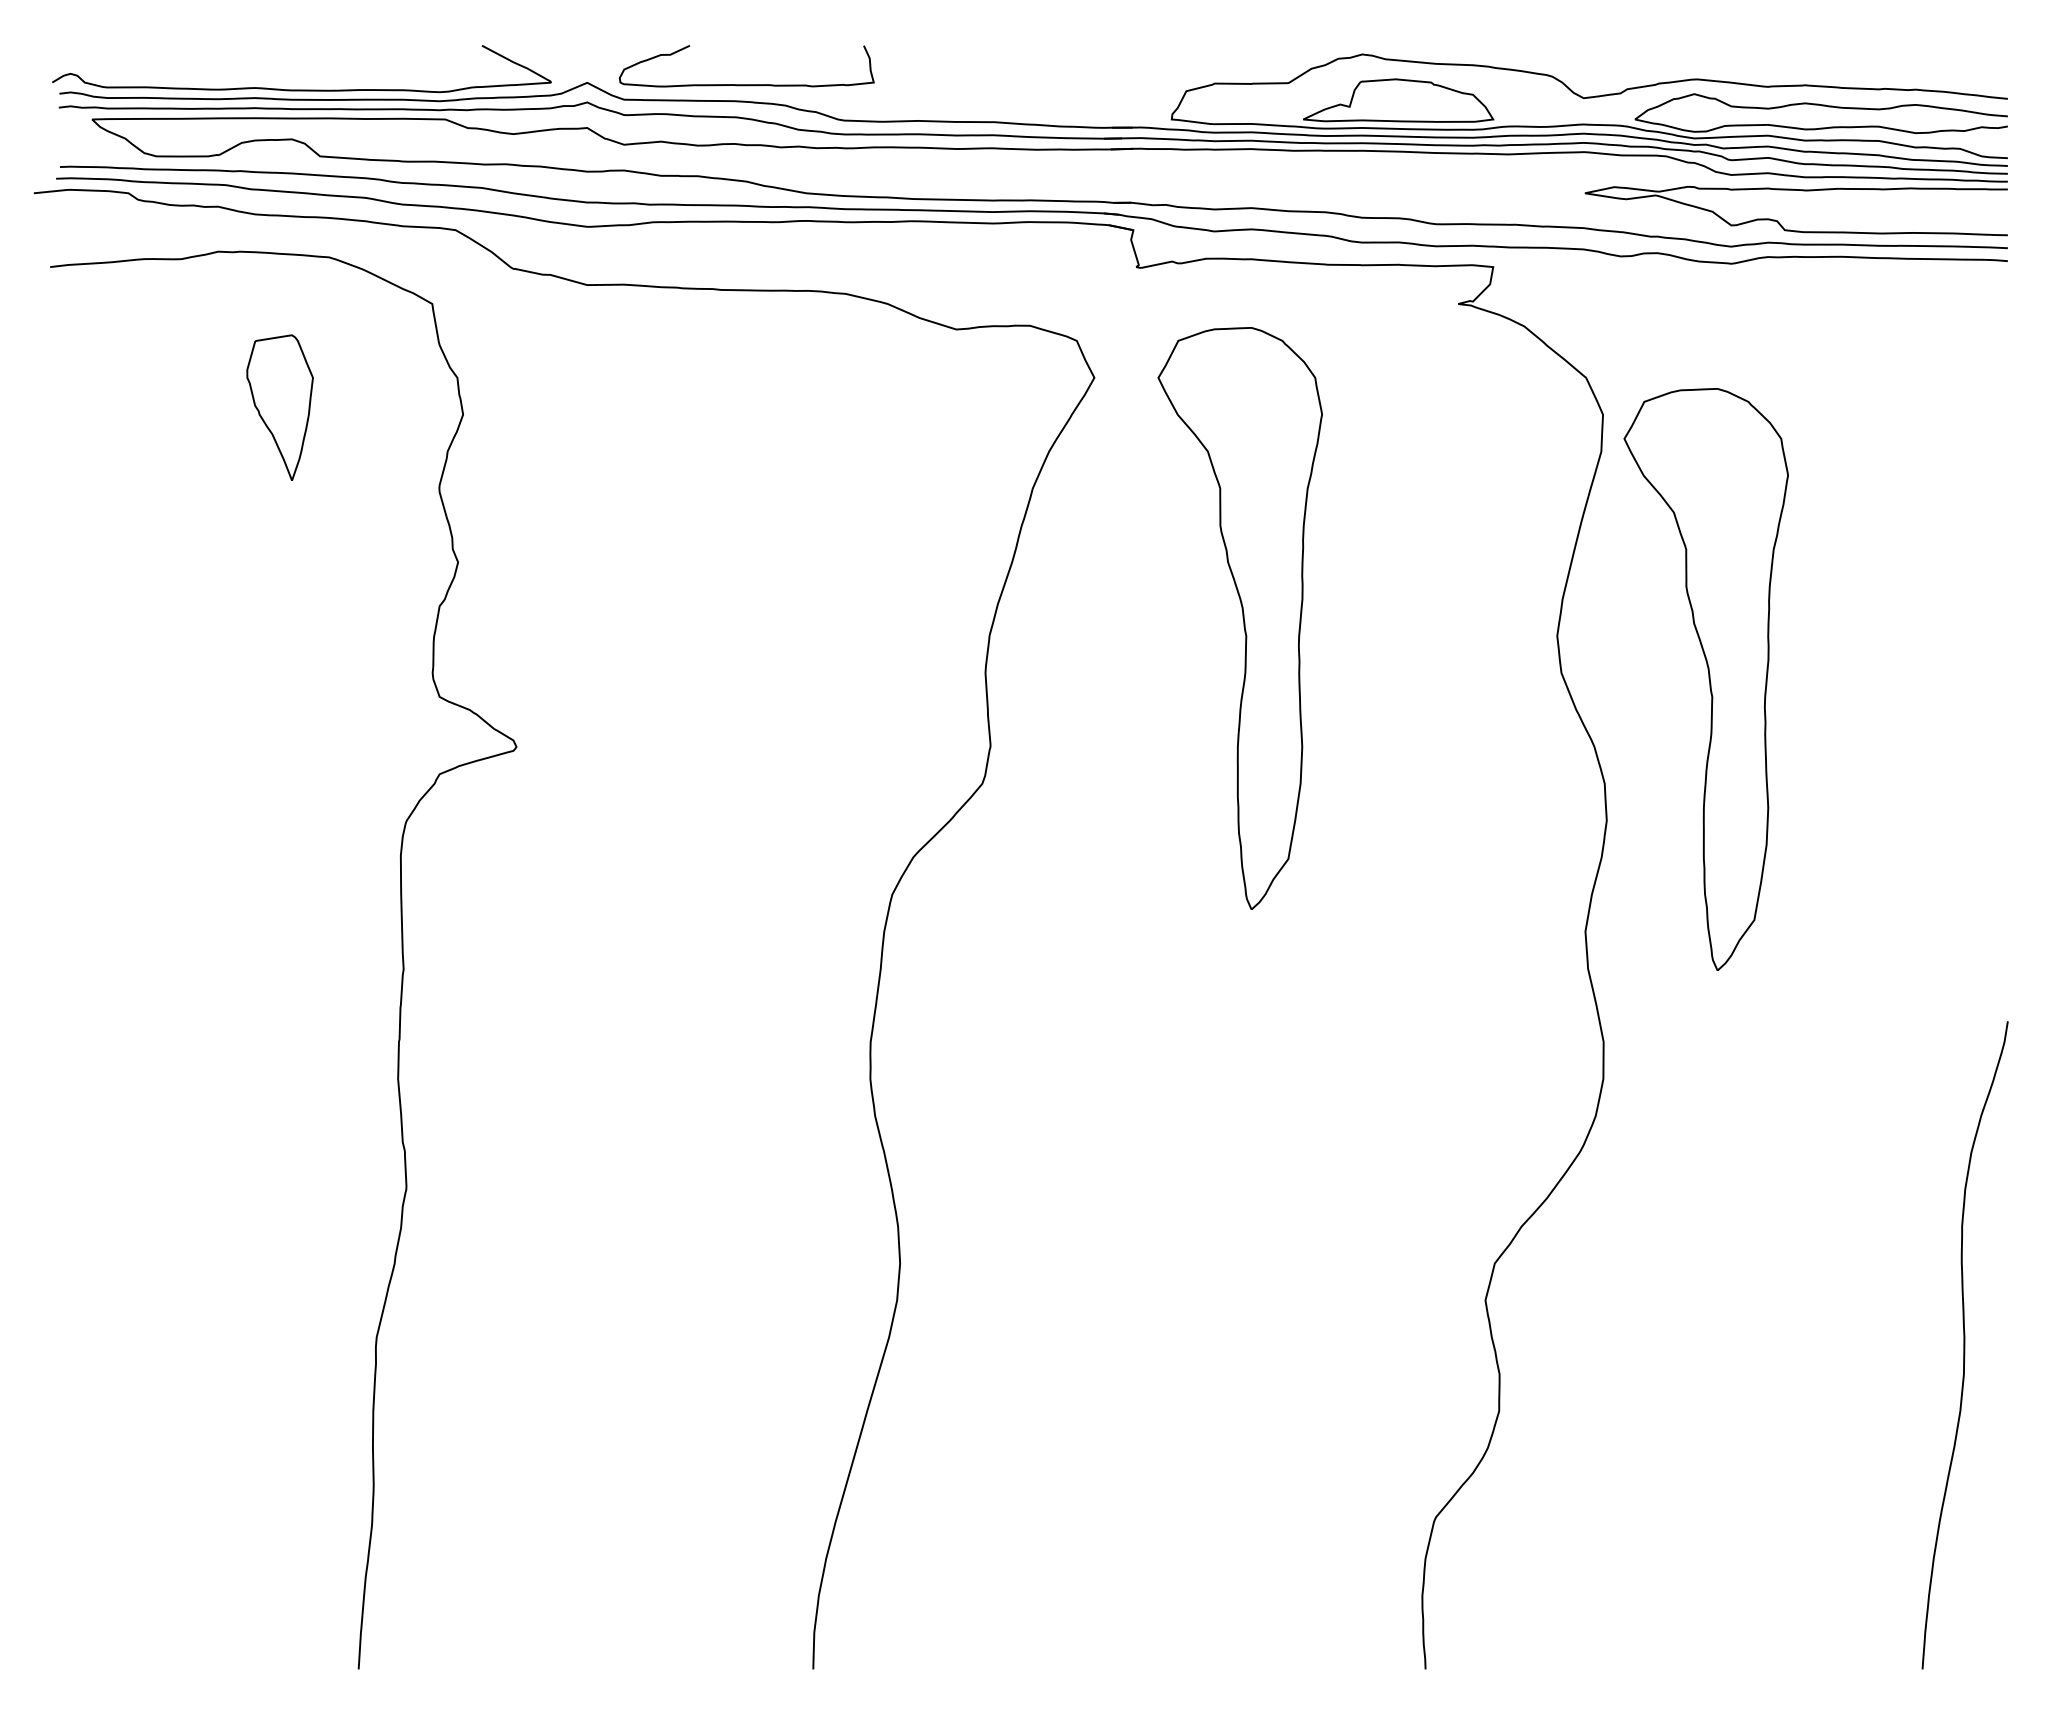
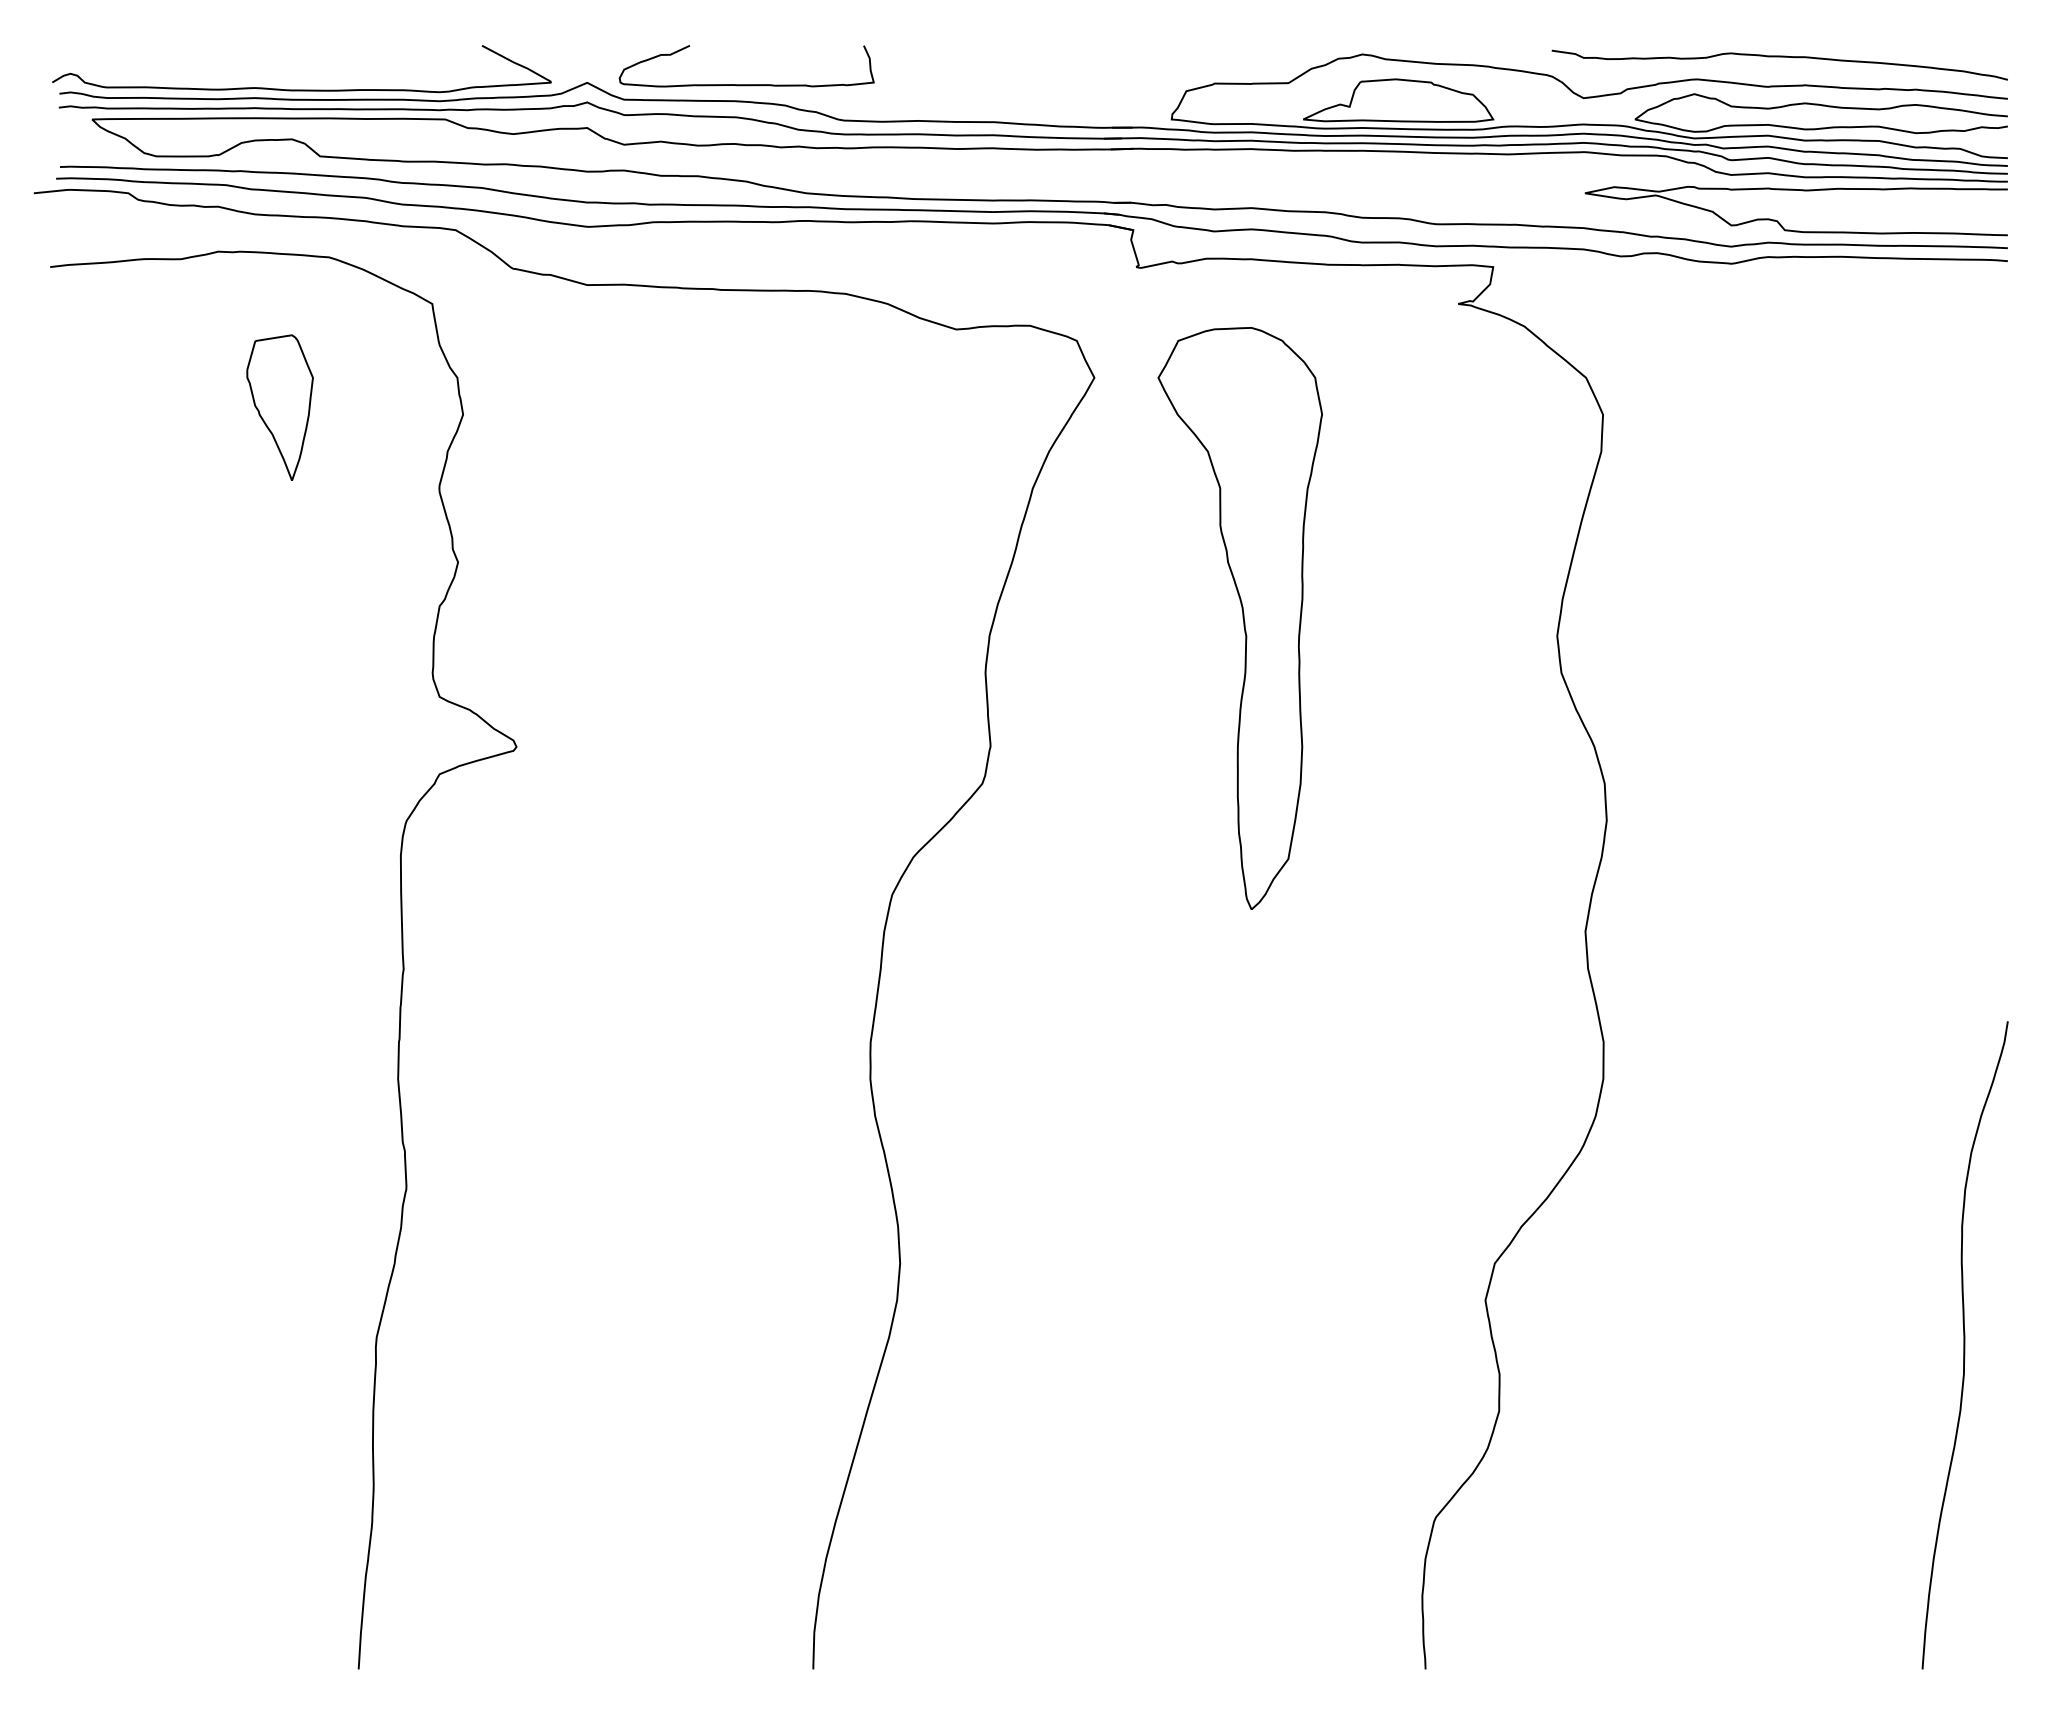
curve at (1779, 57): none -> present
part at (1705, 679): present -> none
